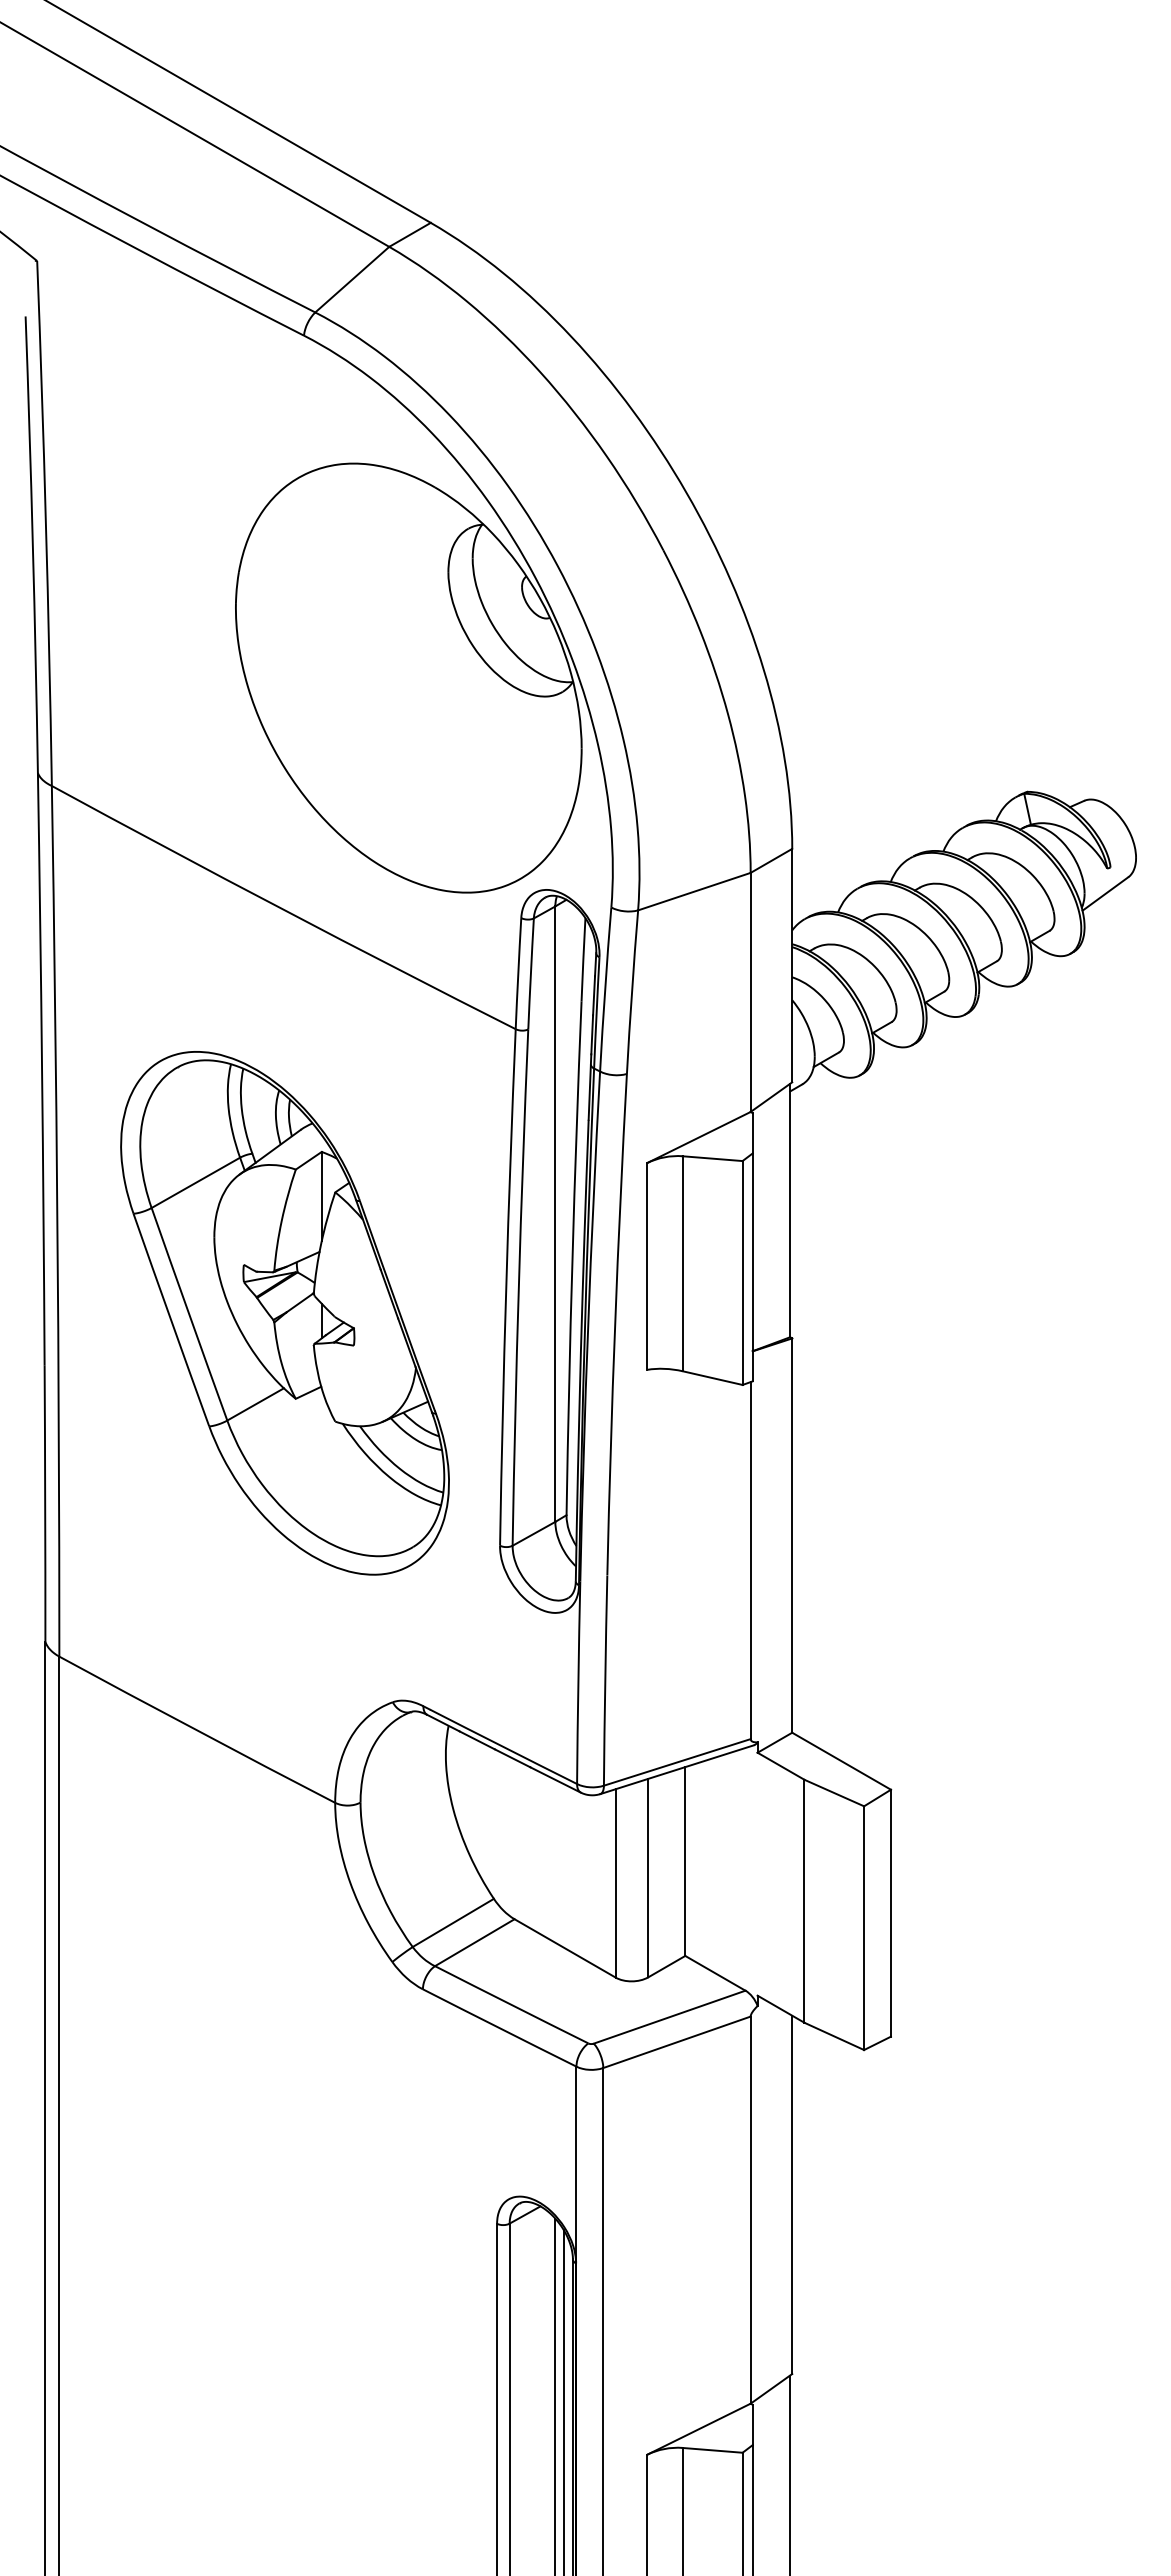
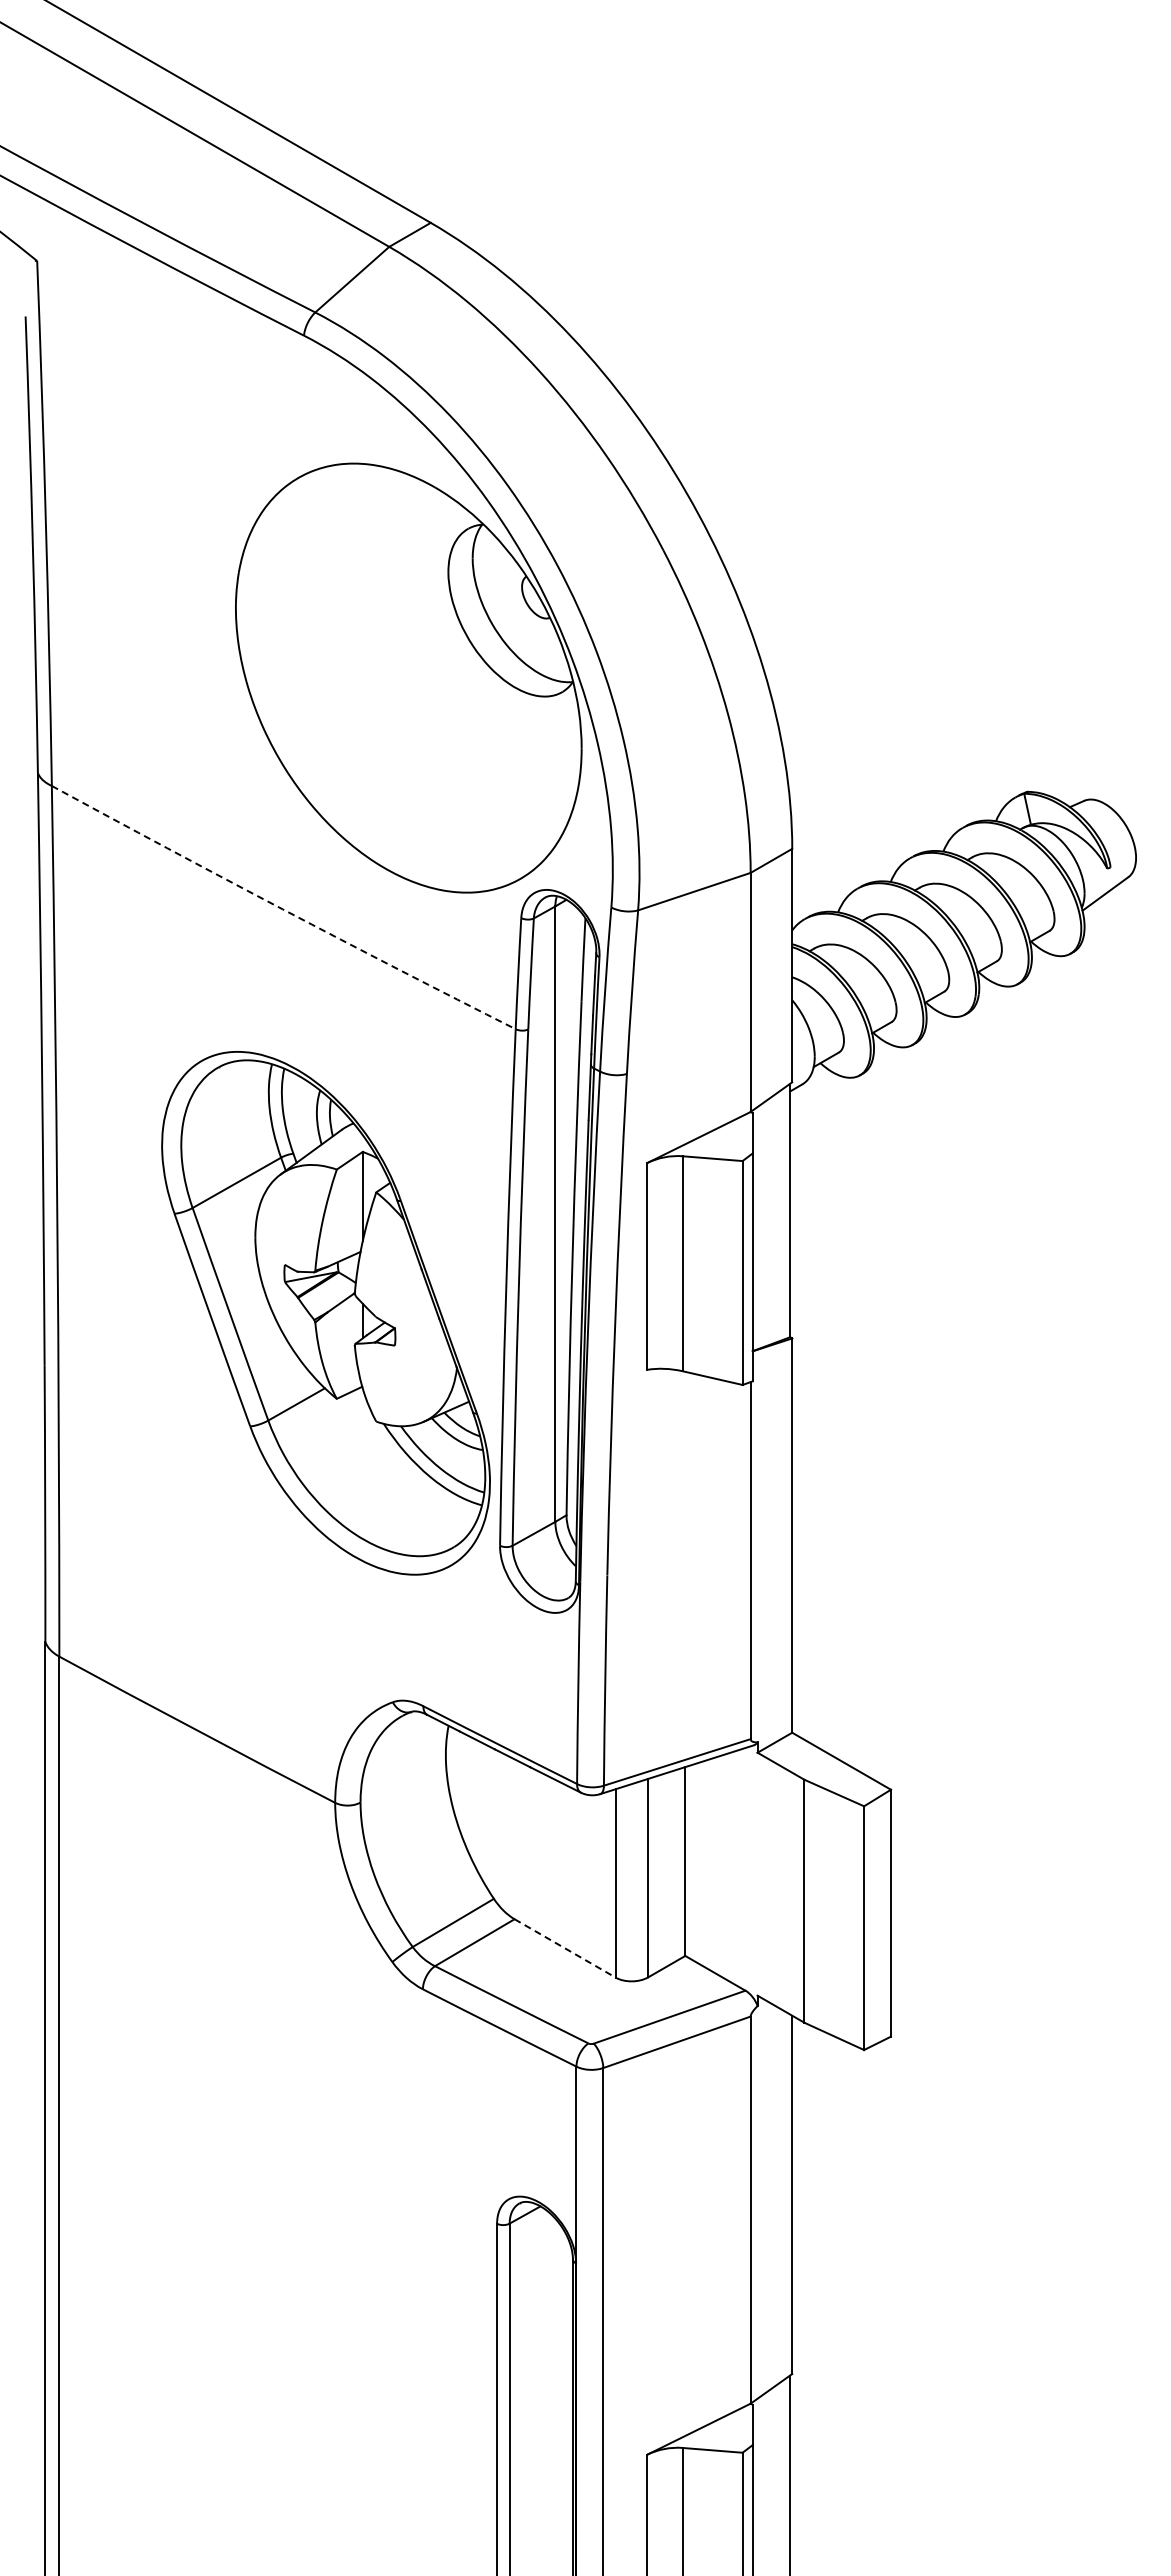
arc at (282, 909): solid -> dashed
part at (284, 1313) position: (284, 1313) -> (325, 1313)
line at (565, 1948): solid -> dashed
line at (555, 2395): present -> none
line at (563, 2400): present -> none
